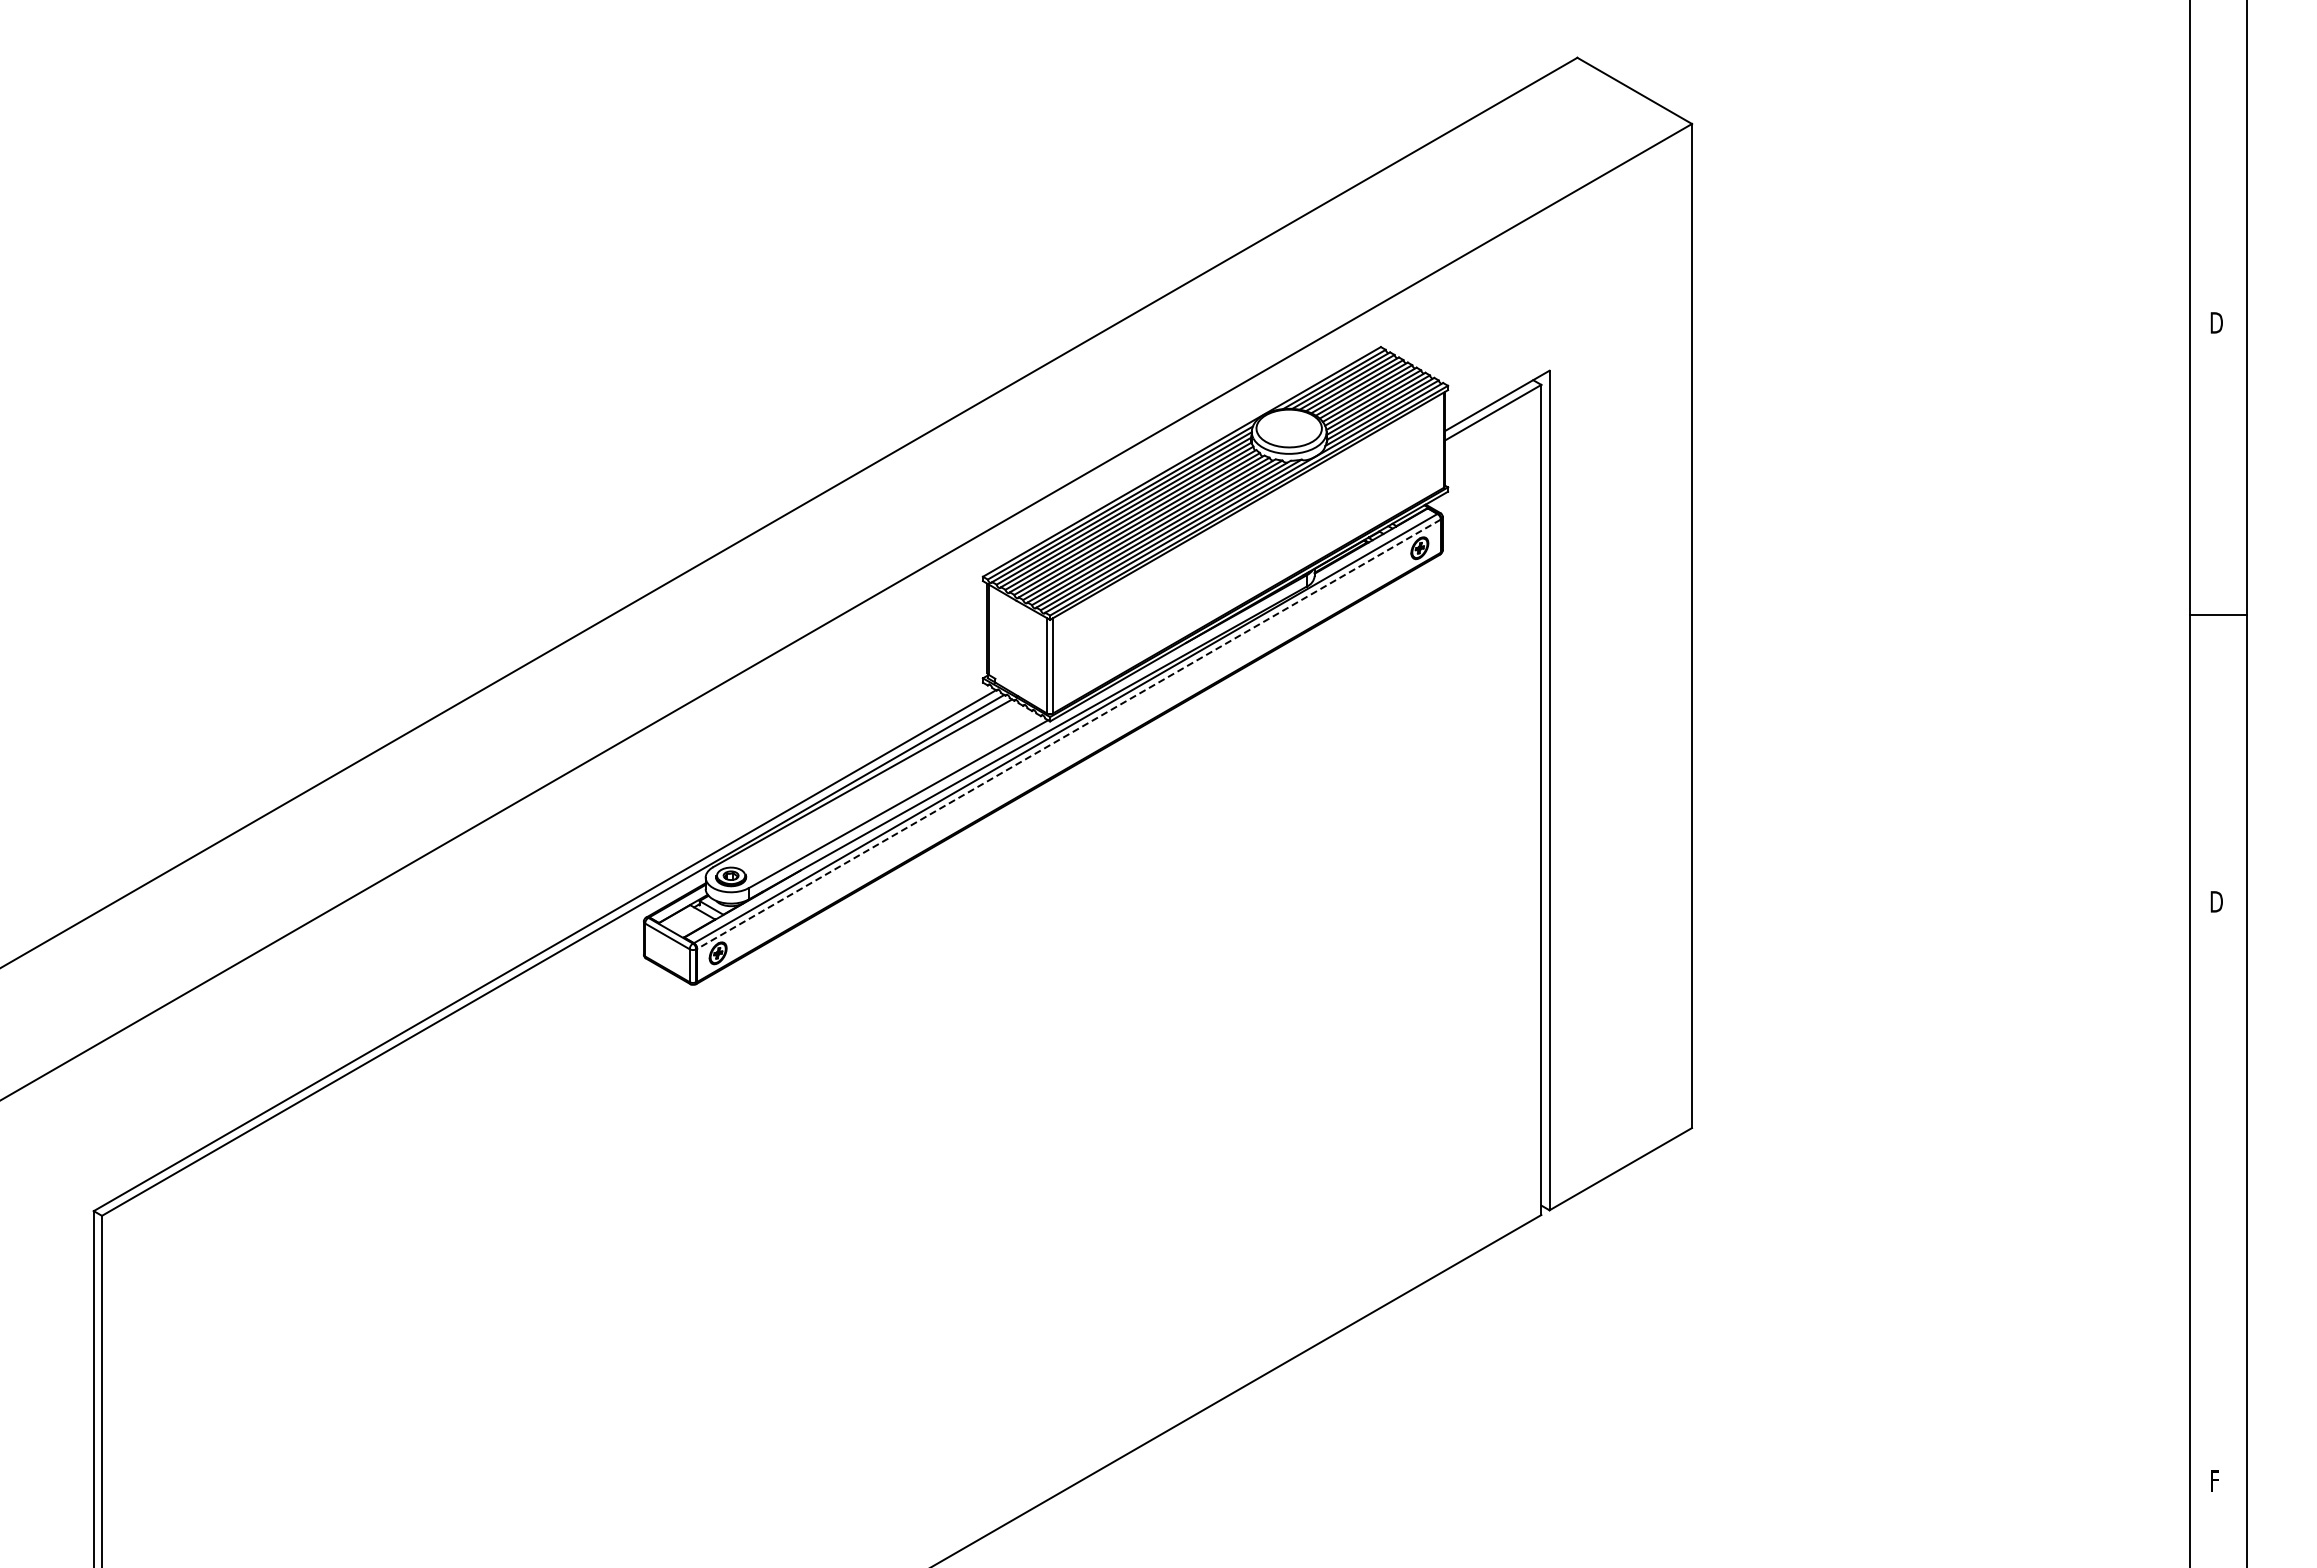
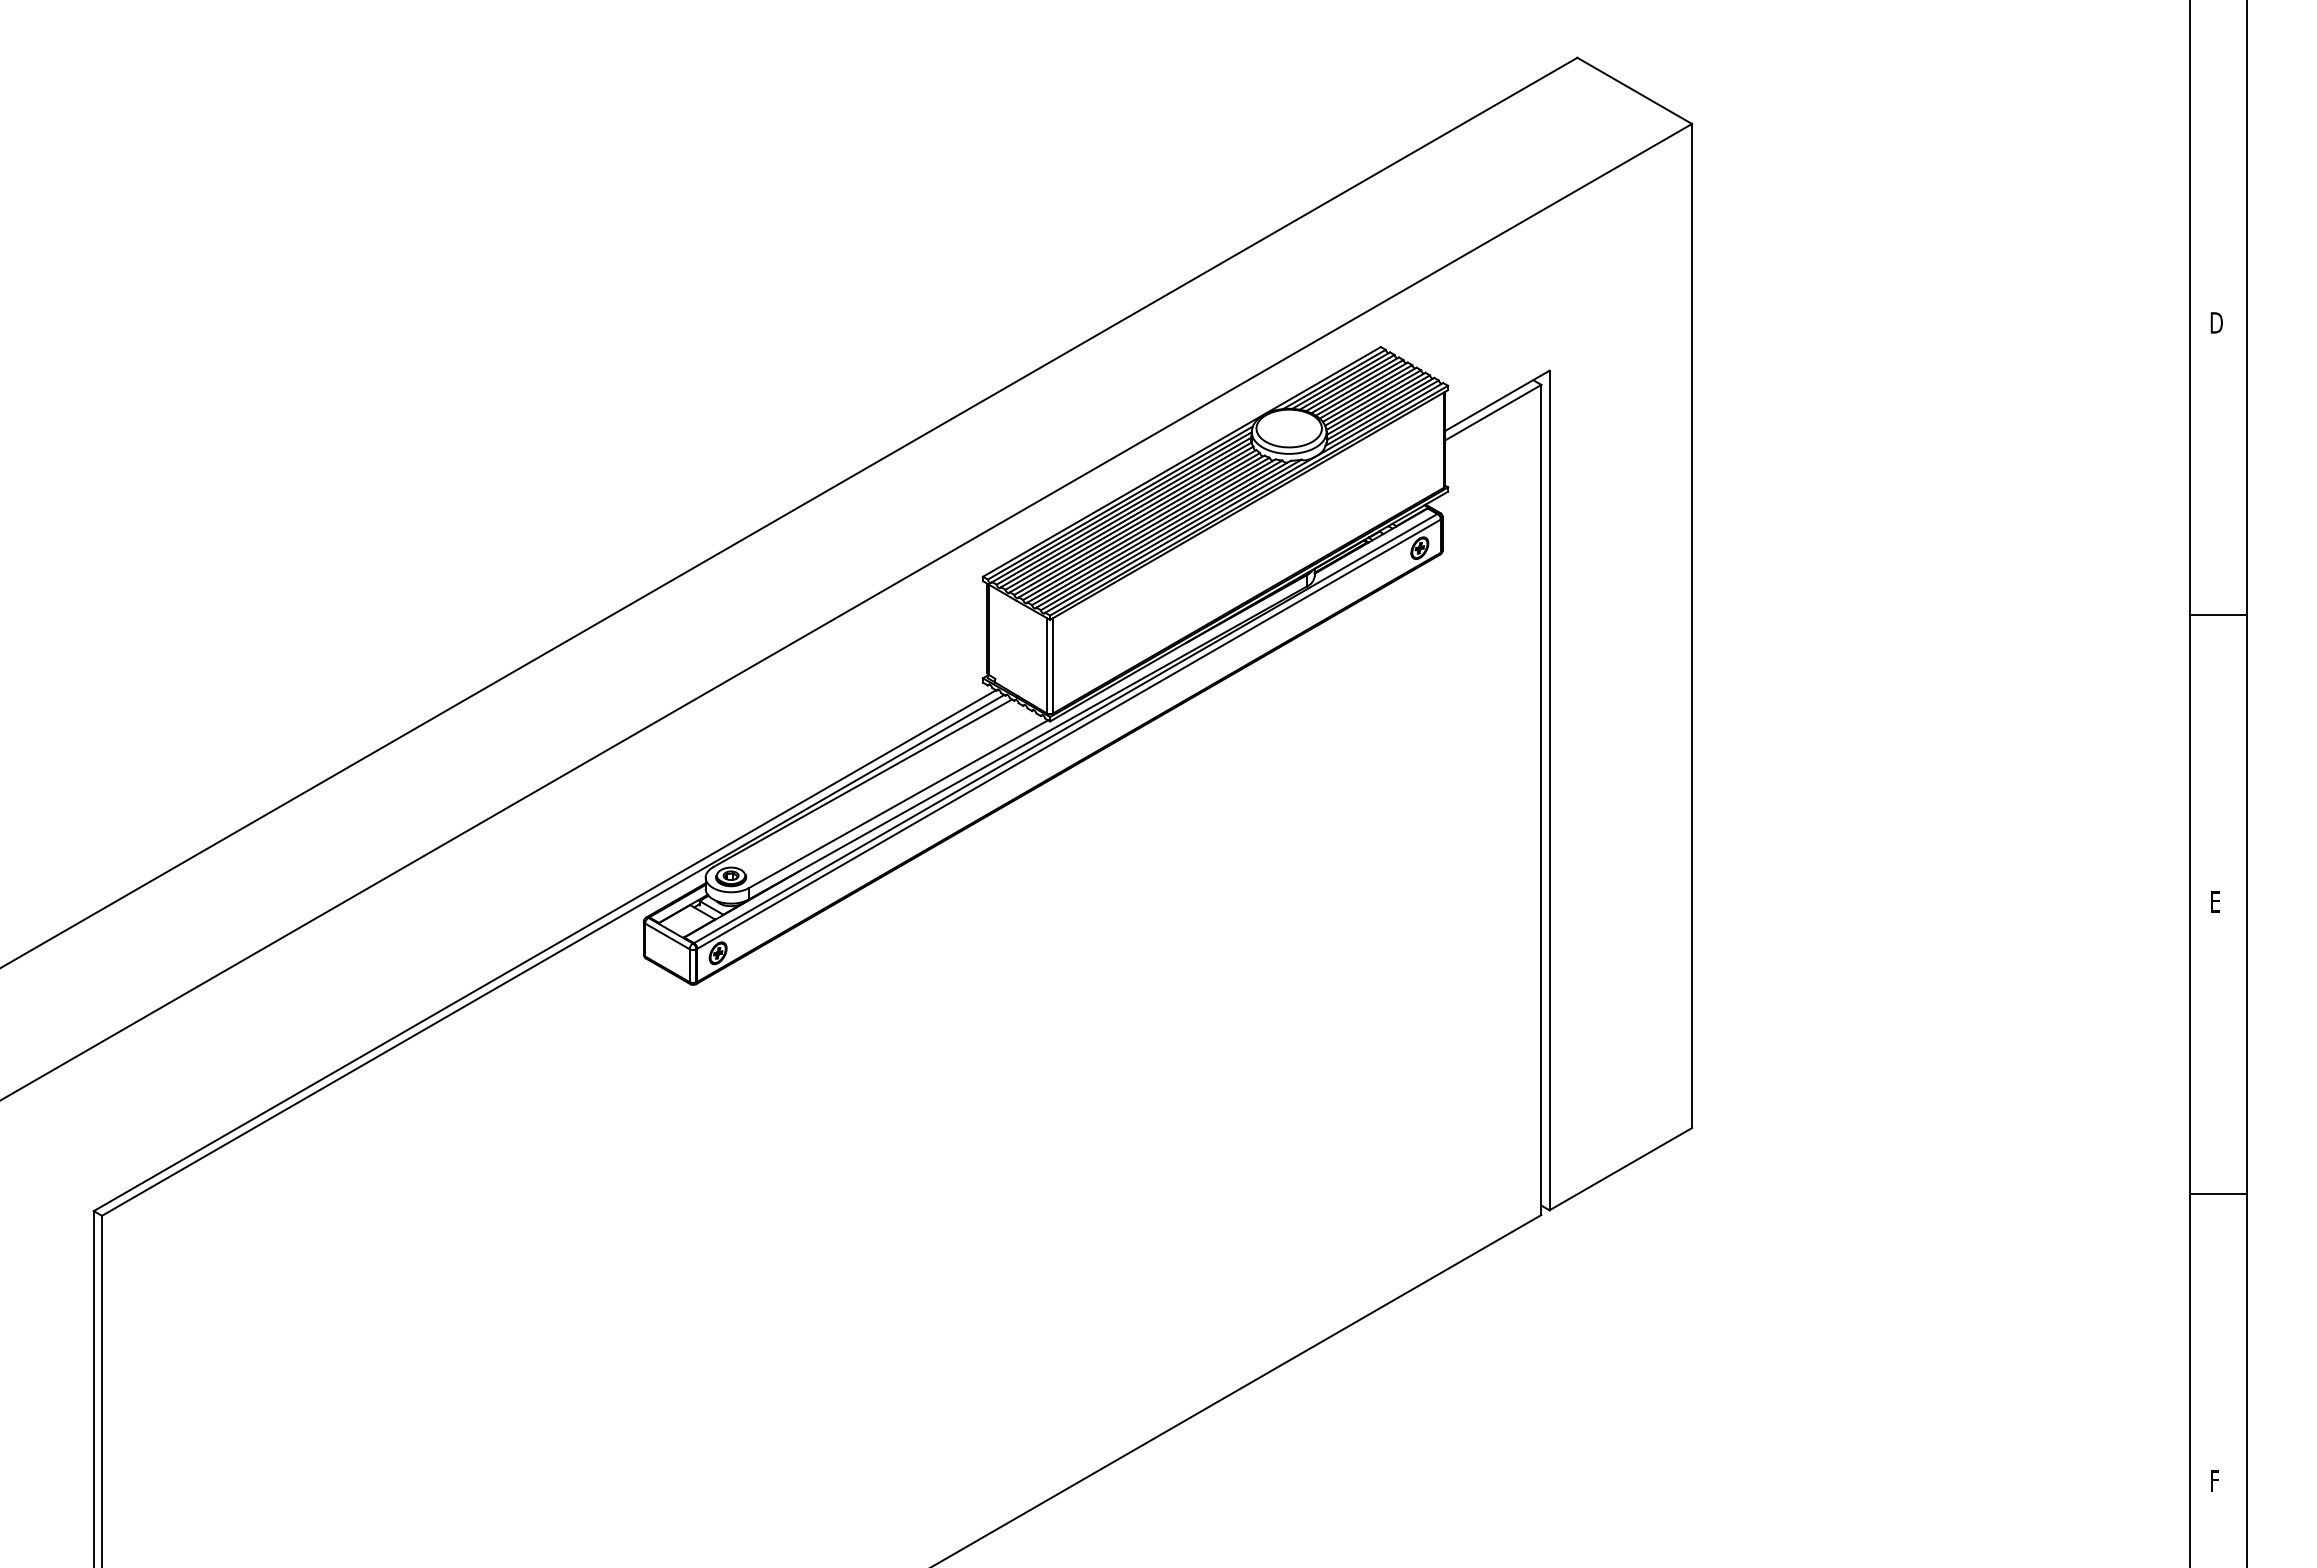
line at (1068, 734): dashed -> solid
text at (2216, 901): D -> E
line at (2218, 1194): none -> present
